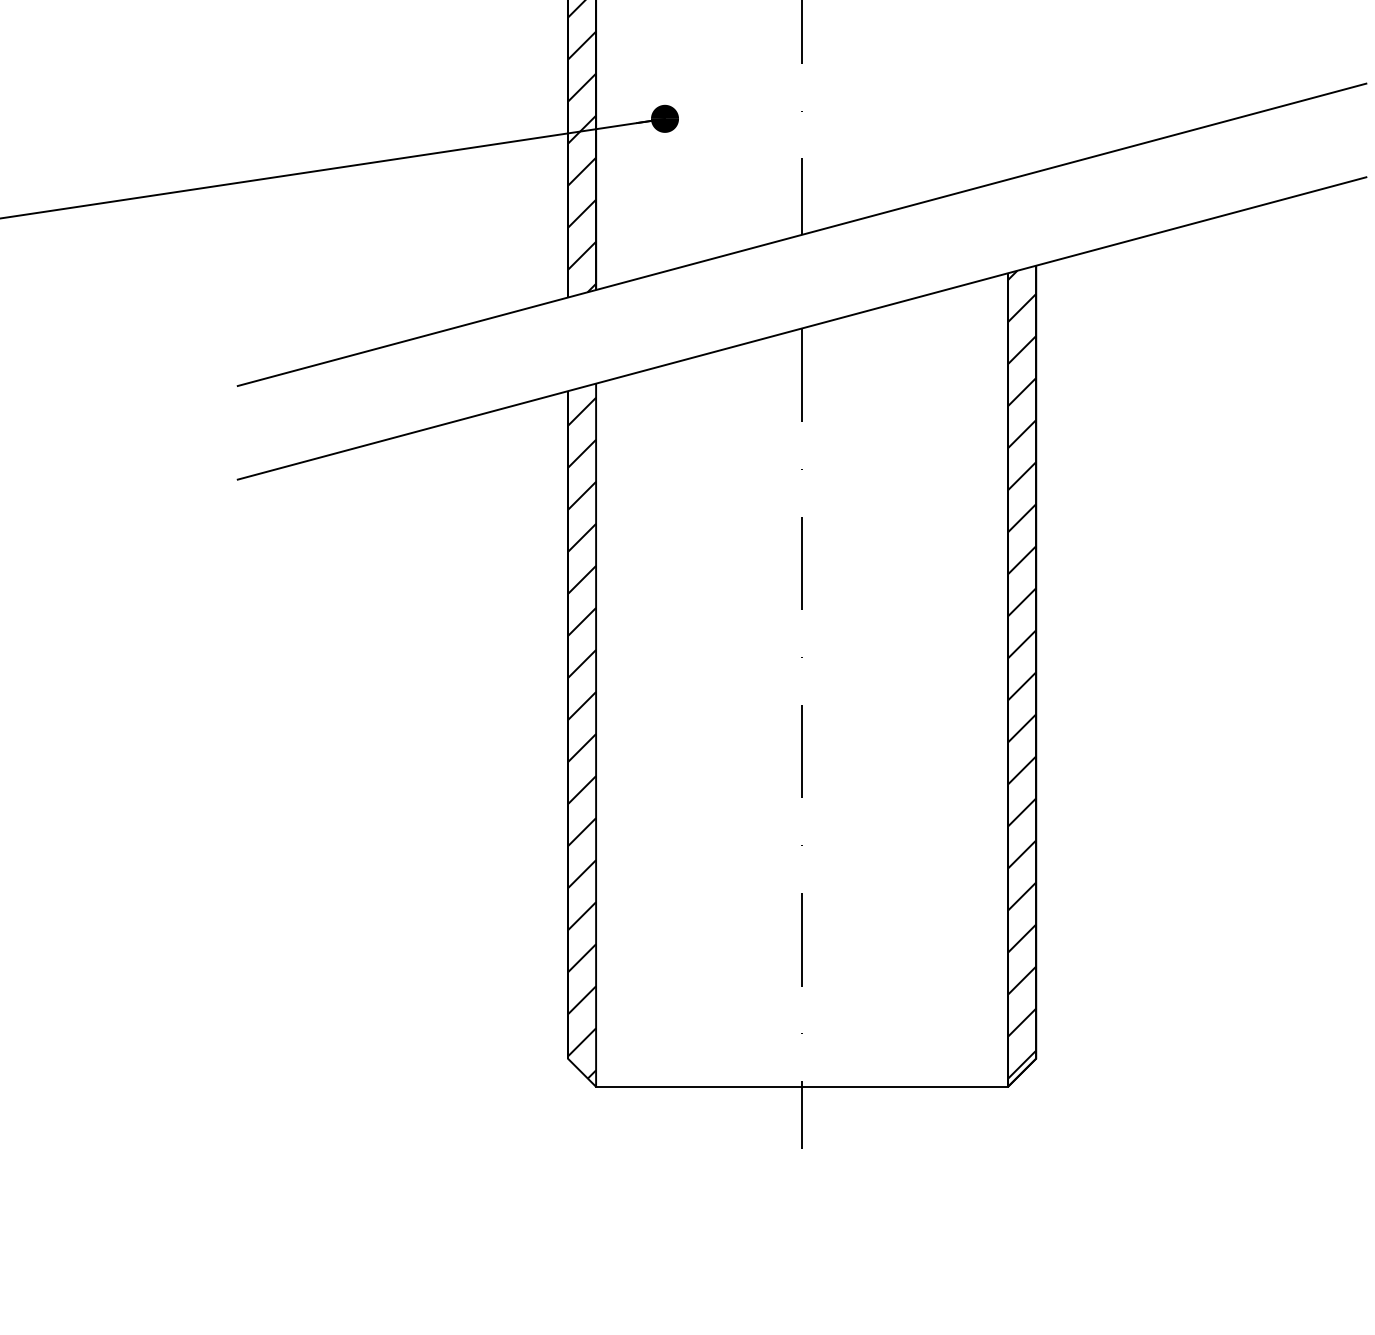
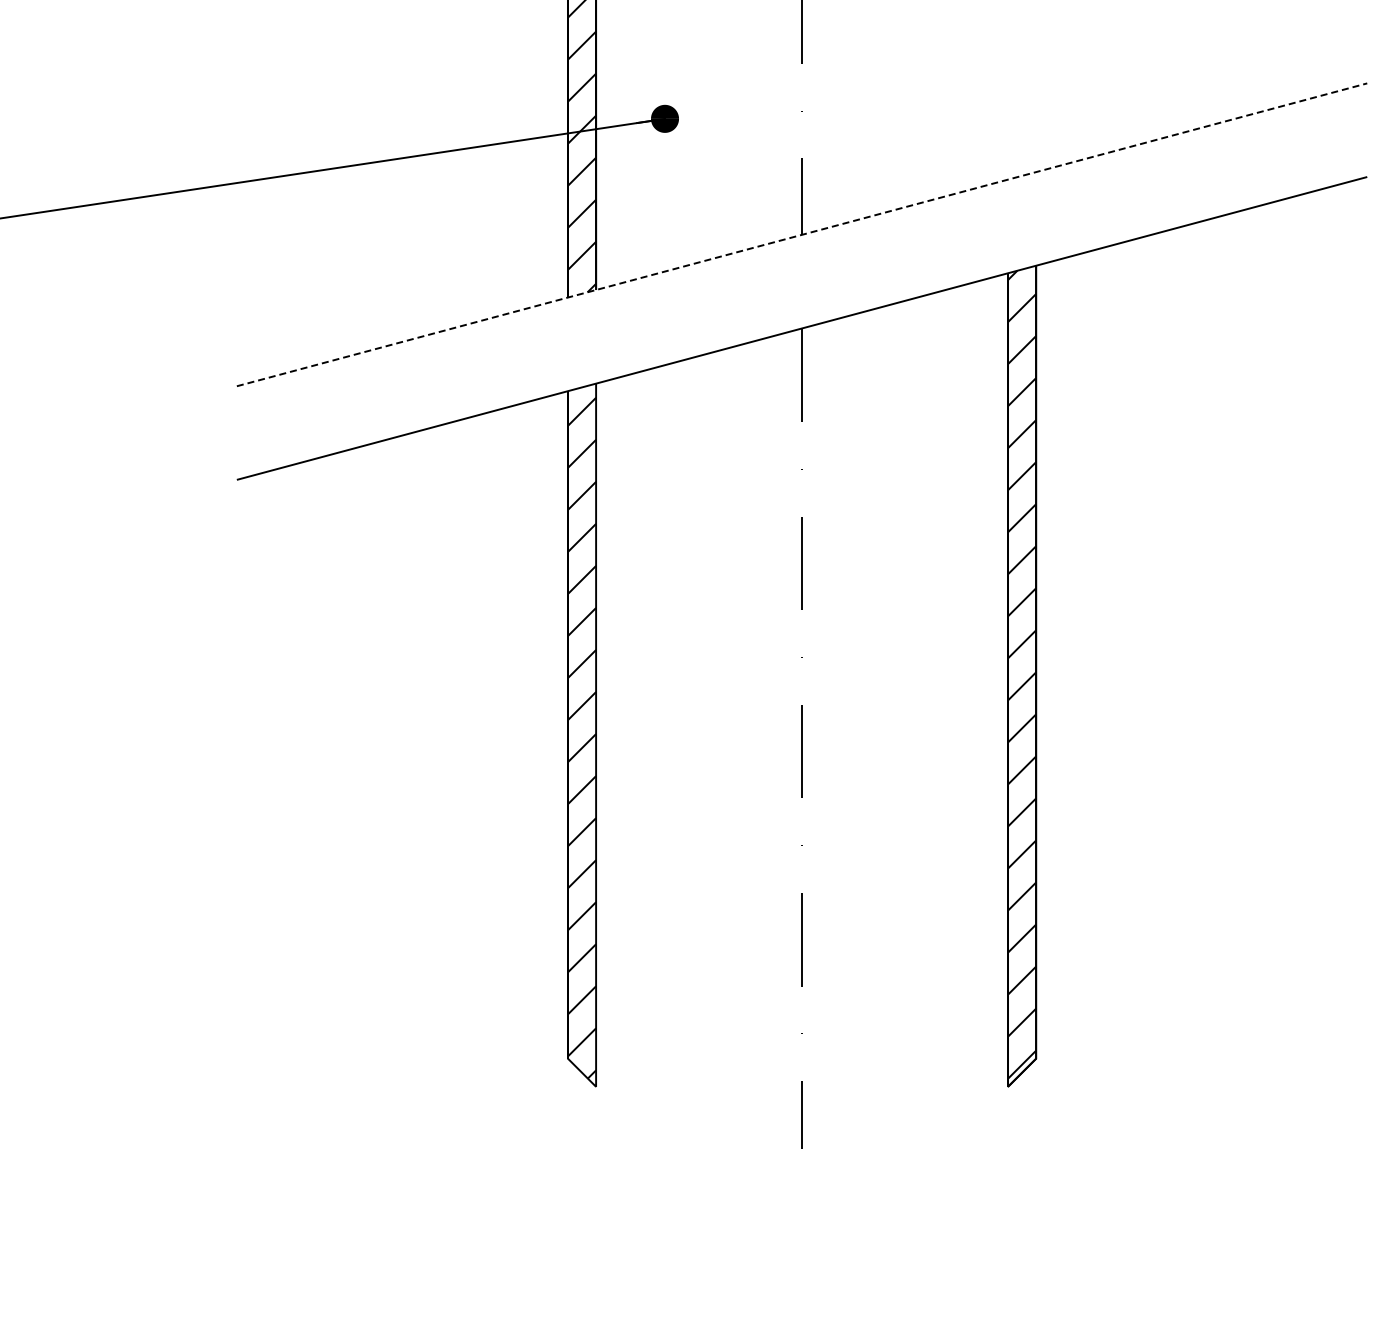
line at (802, 234): solid -> dashed
line at (802, 1086): present -> none
